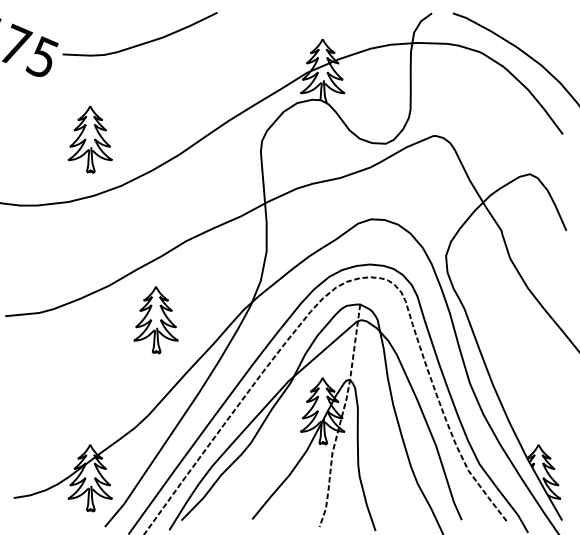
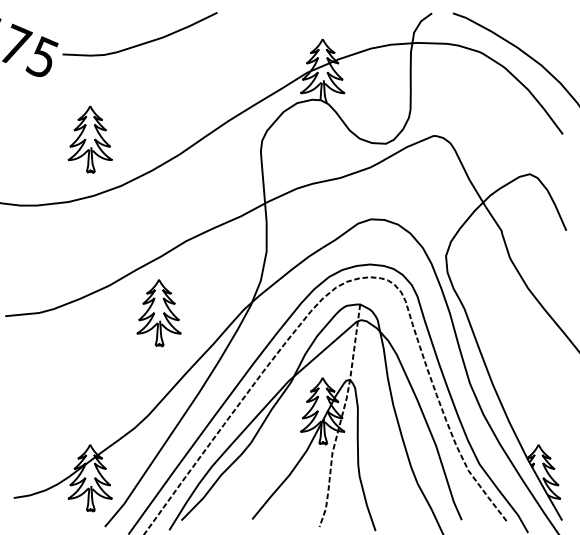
part at (155, 320) position: (155, 320) -> (158, 313)
